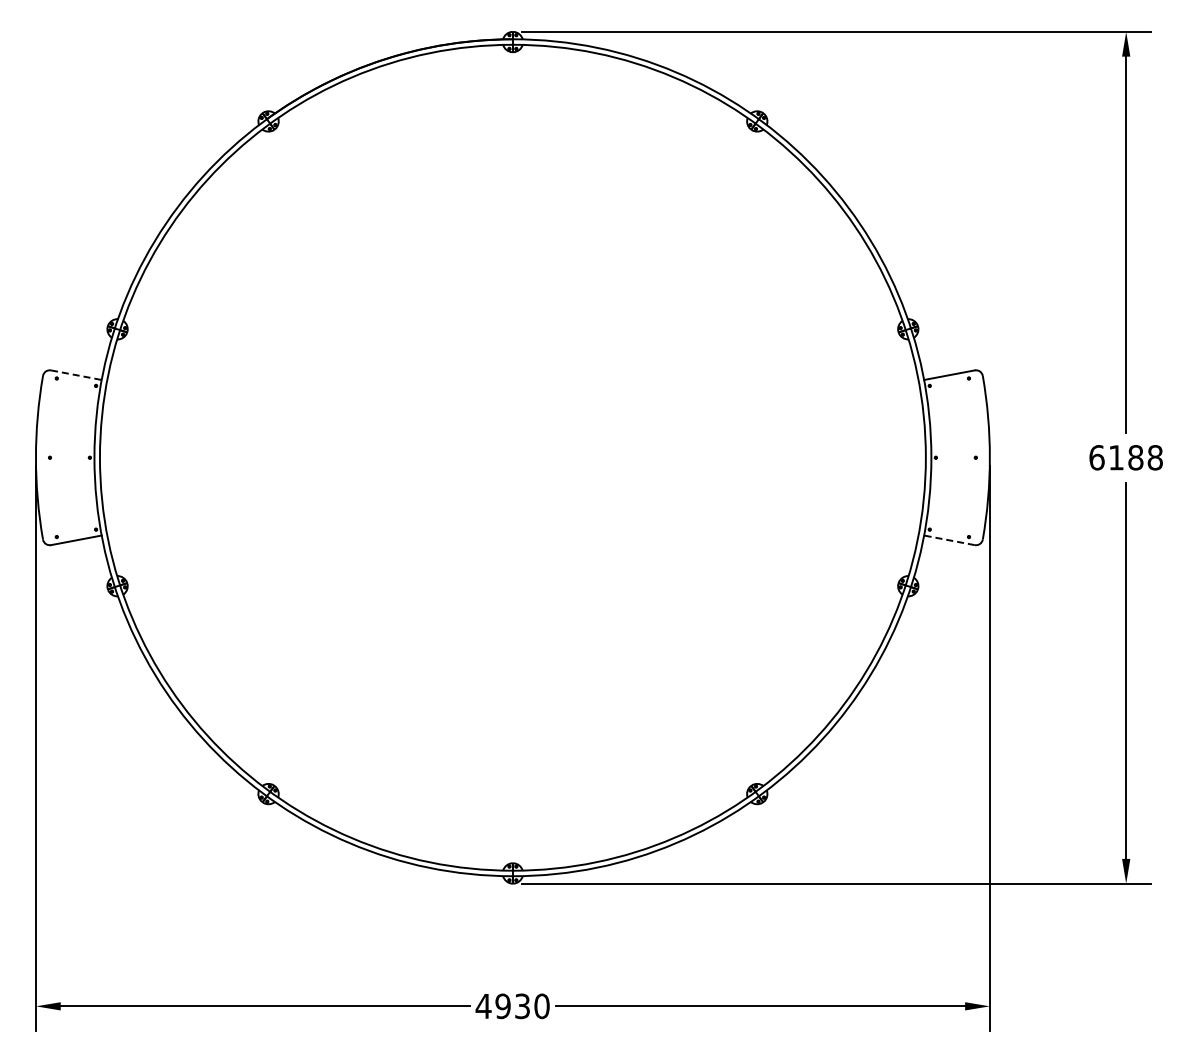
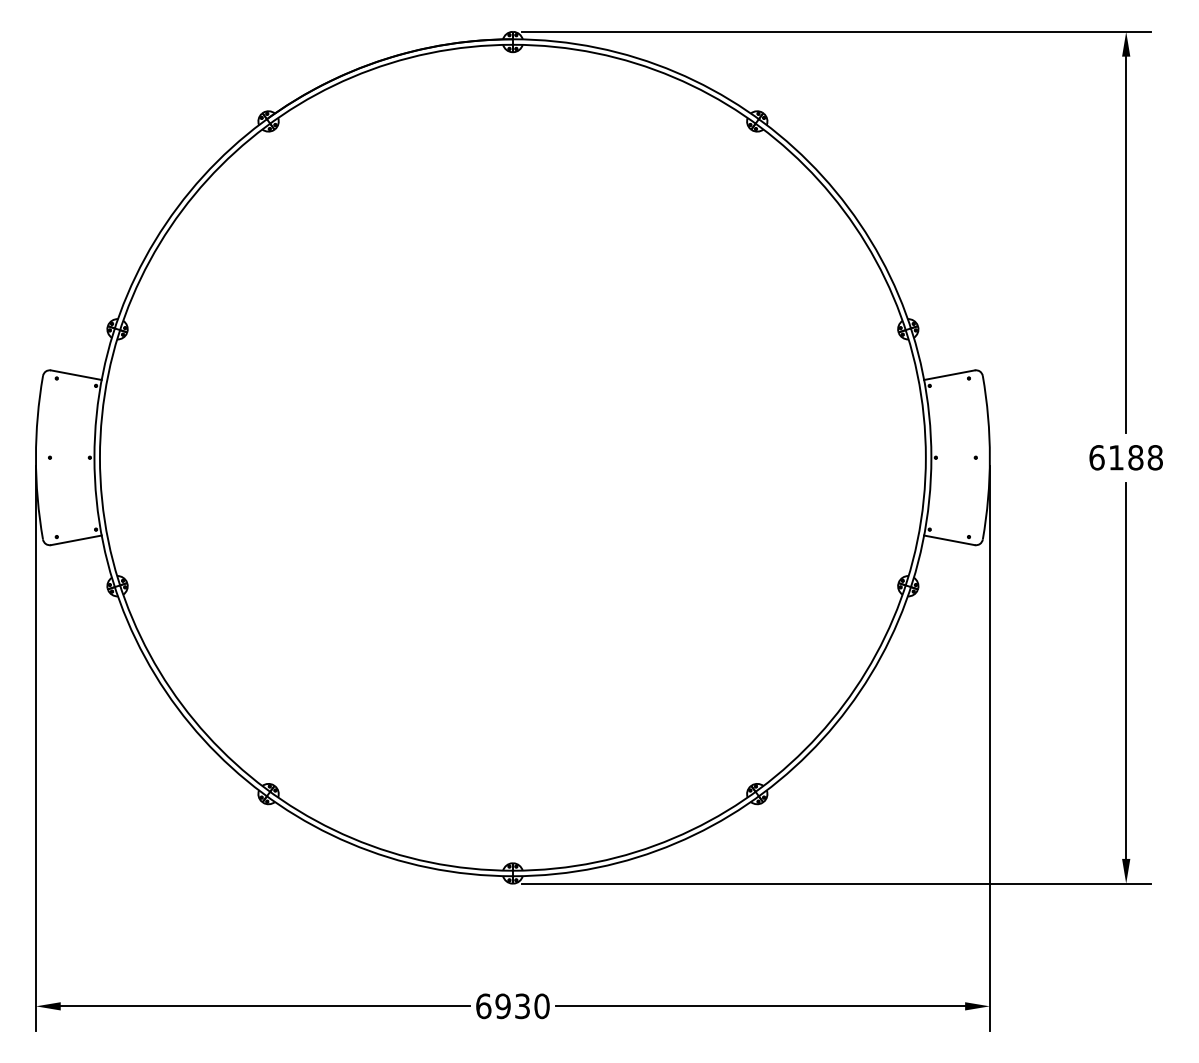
line at (76, 375): dashed -> solid
line at (949, 540): dashed -> solid
text at (483, 1006): 4930 -> 6930
